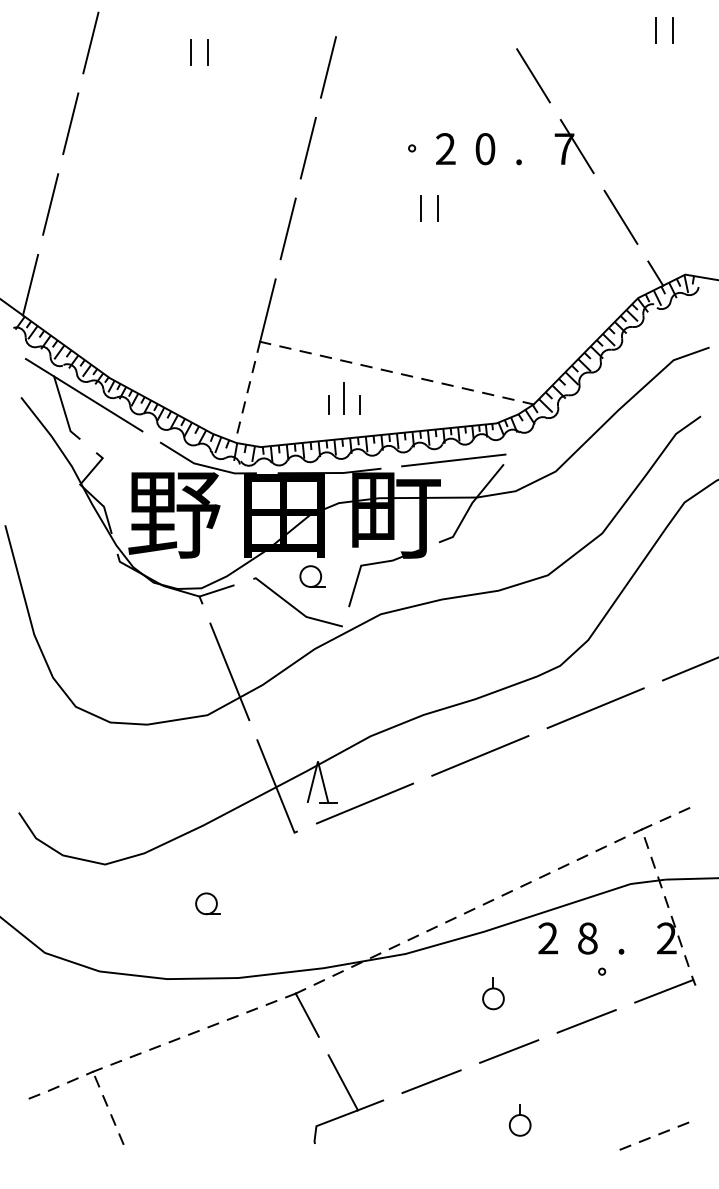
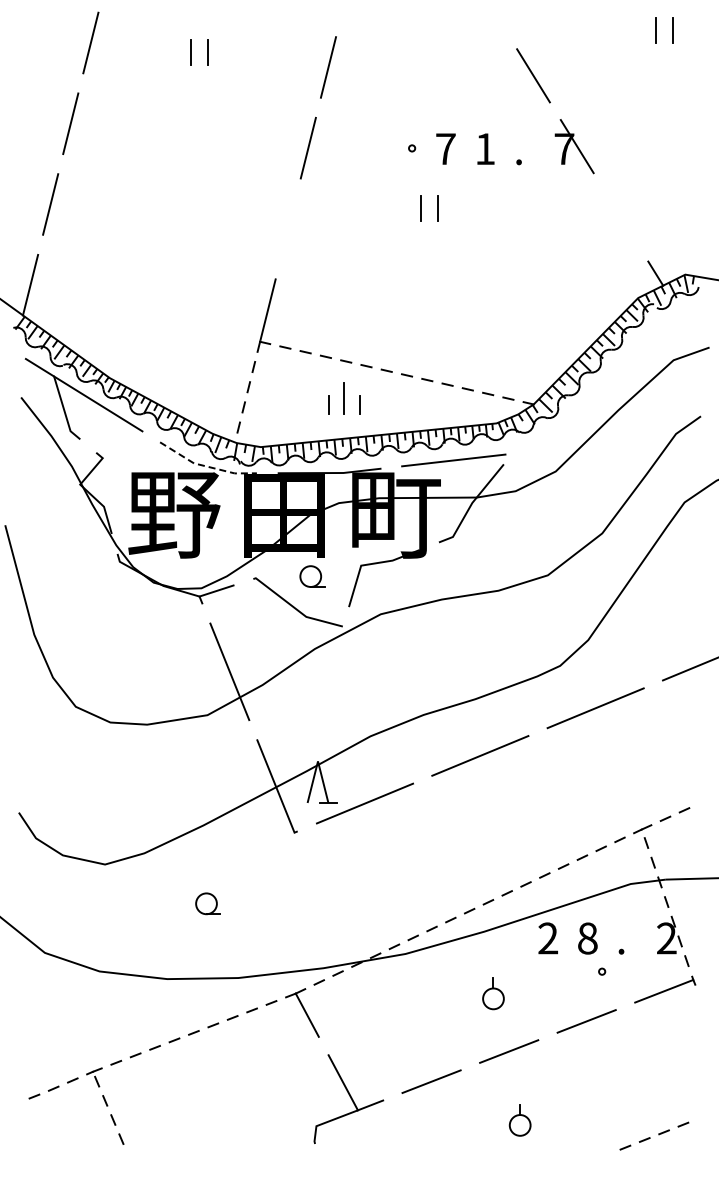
text at (445, 148): 2 -> 7
text at (485, 149): 0 -> 1
line at (620, 216): present -> none
line at (287, 228): present -> none
line at (206, 466): solid -> dashed
